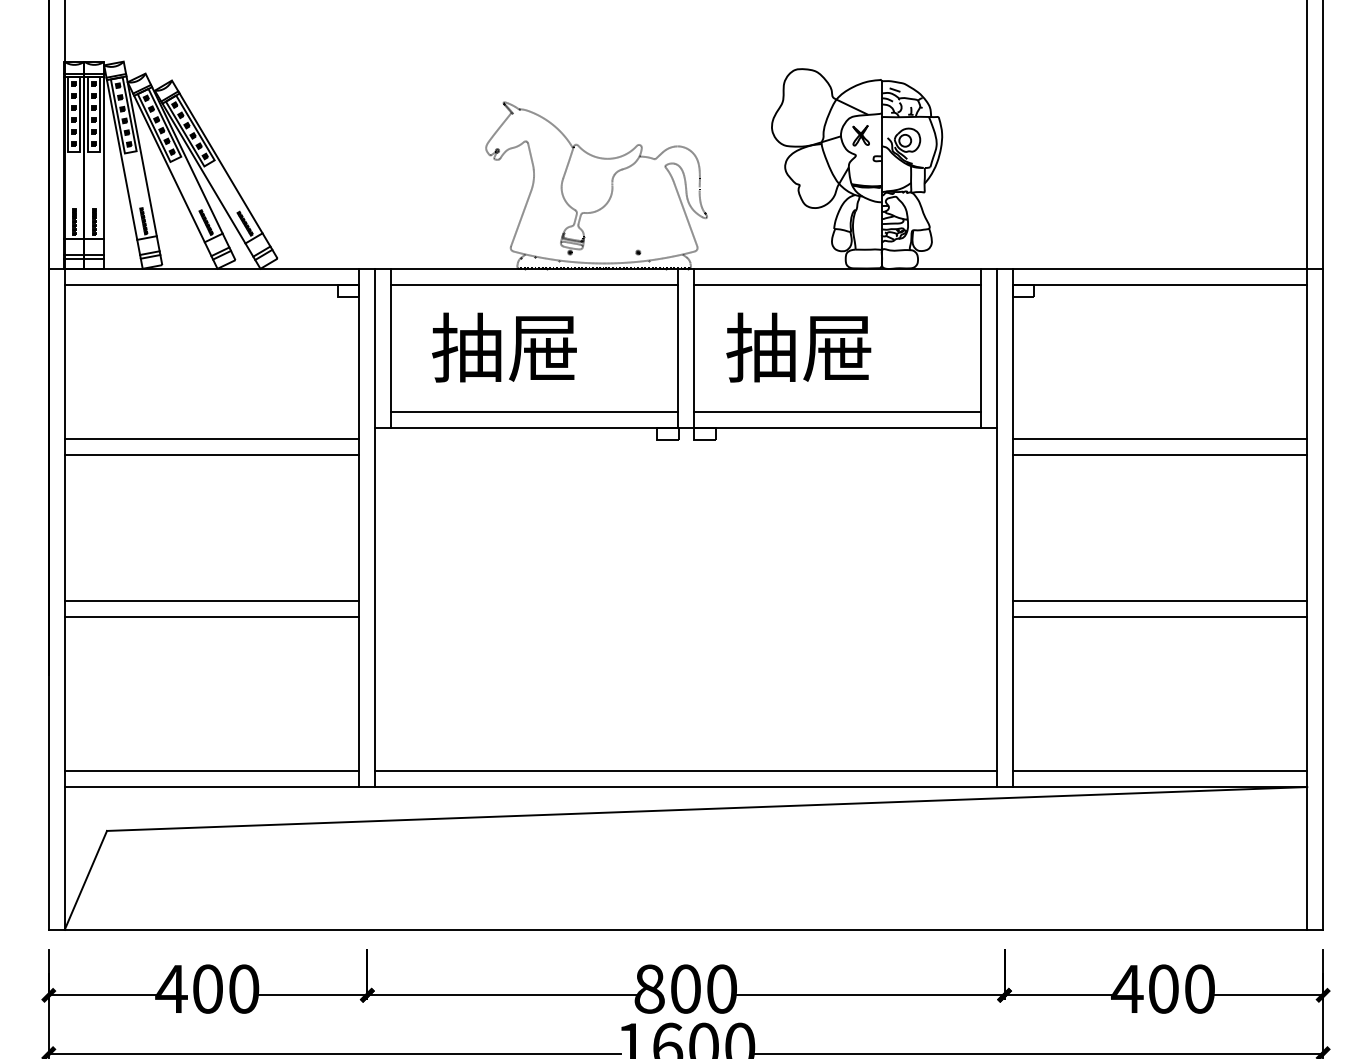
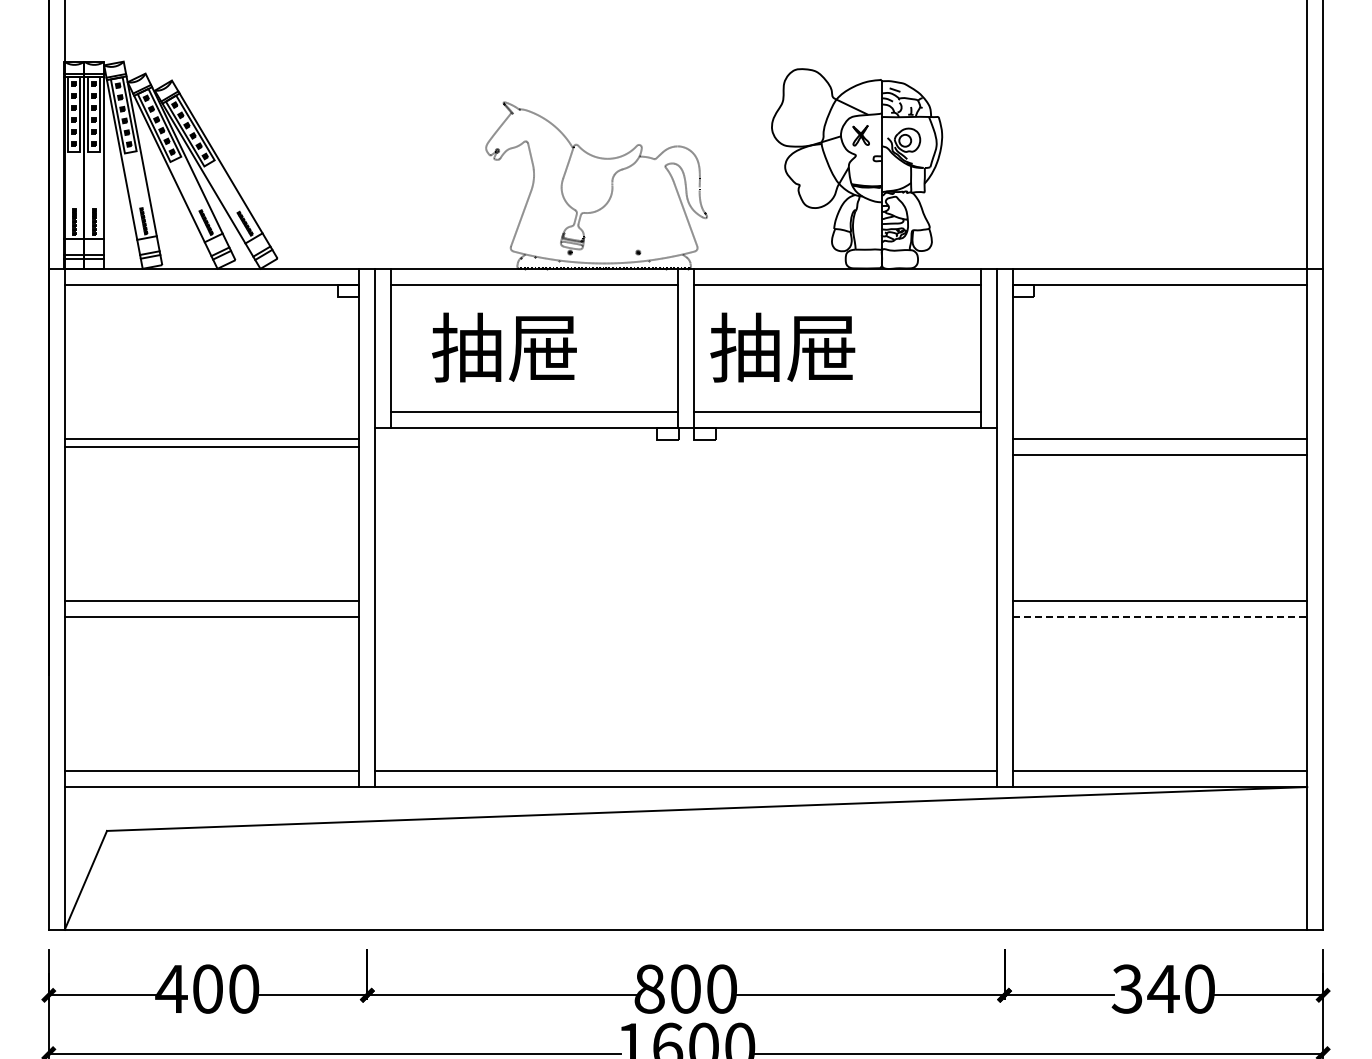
text at (798, 347) position: (798, 347) -> (782, 347)
line at (211, 454) position: (211, 454) -> (211, 446)
line at (1160, 616): solid -> dashed
text at (1145, 988): 400 -> 340
